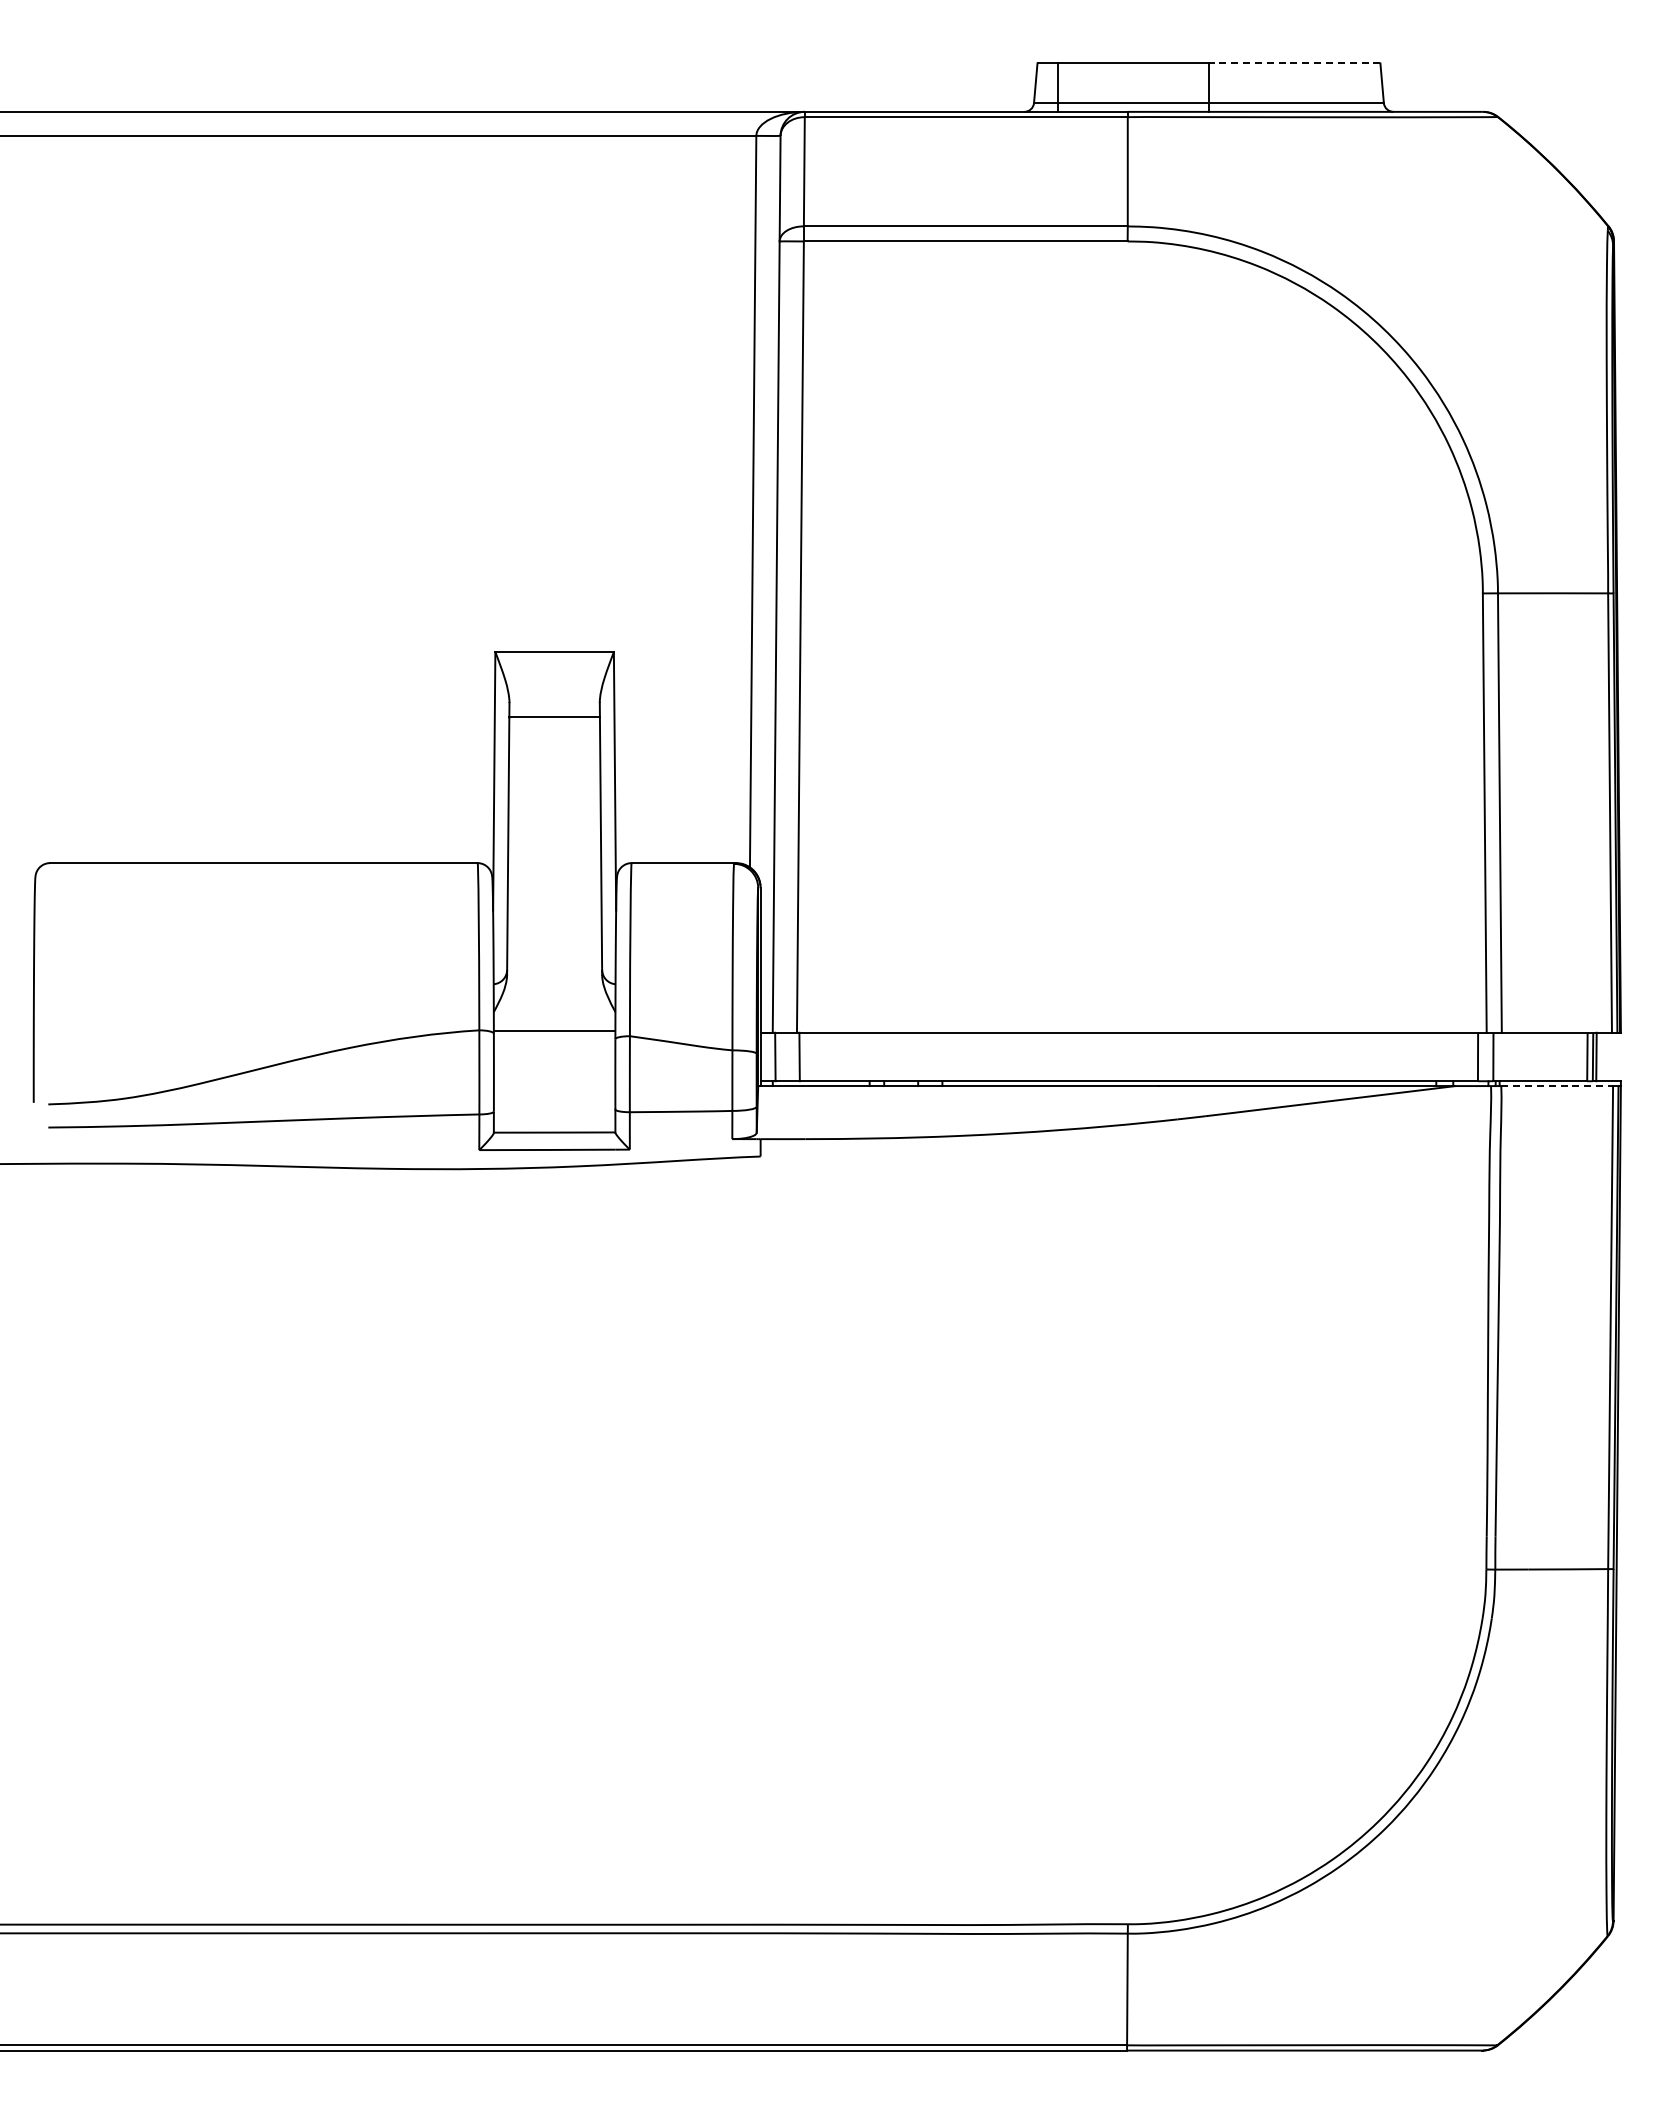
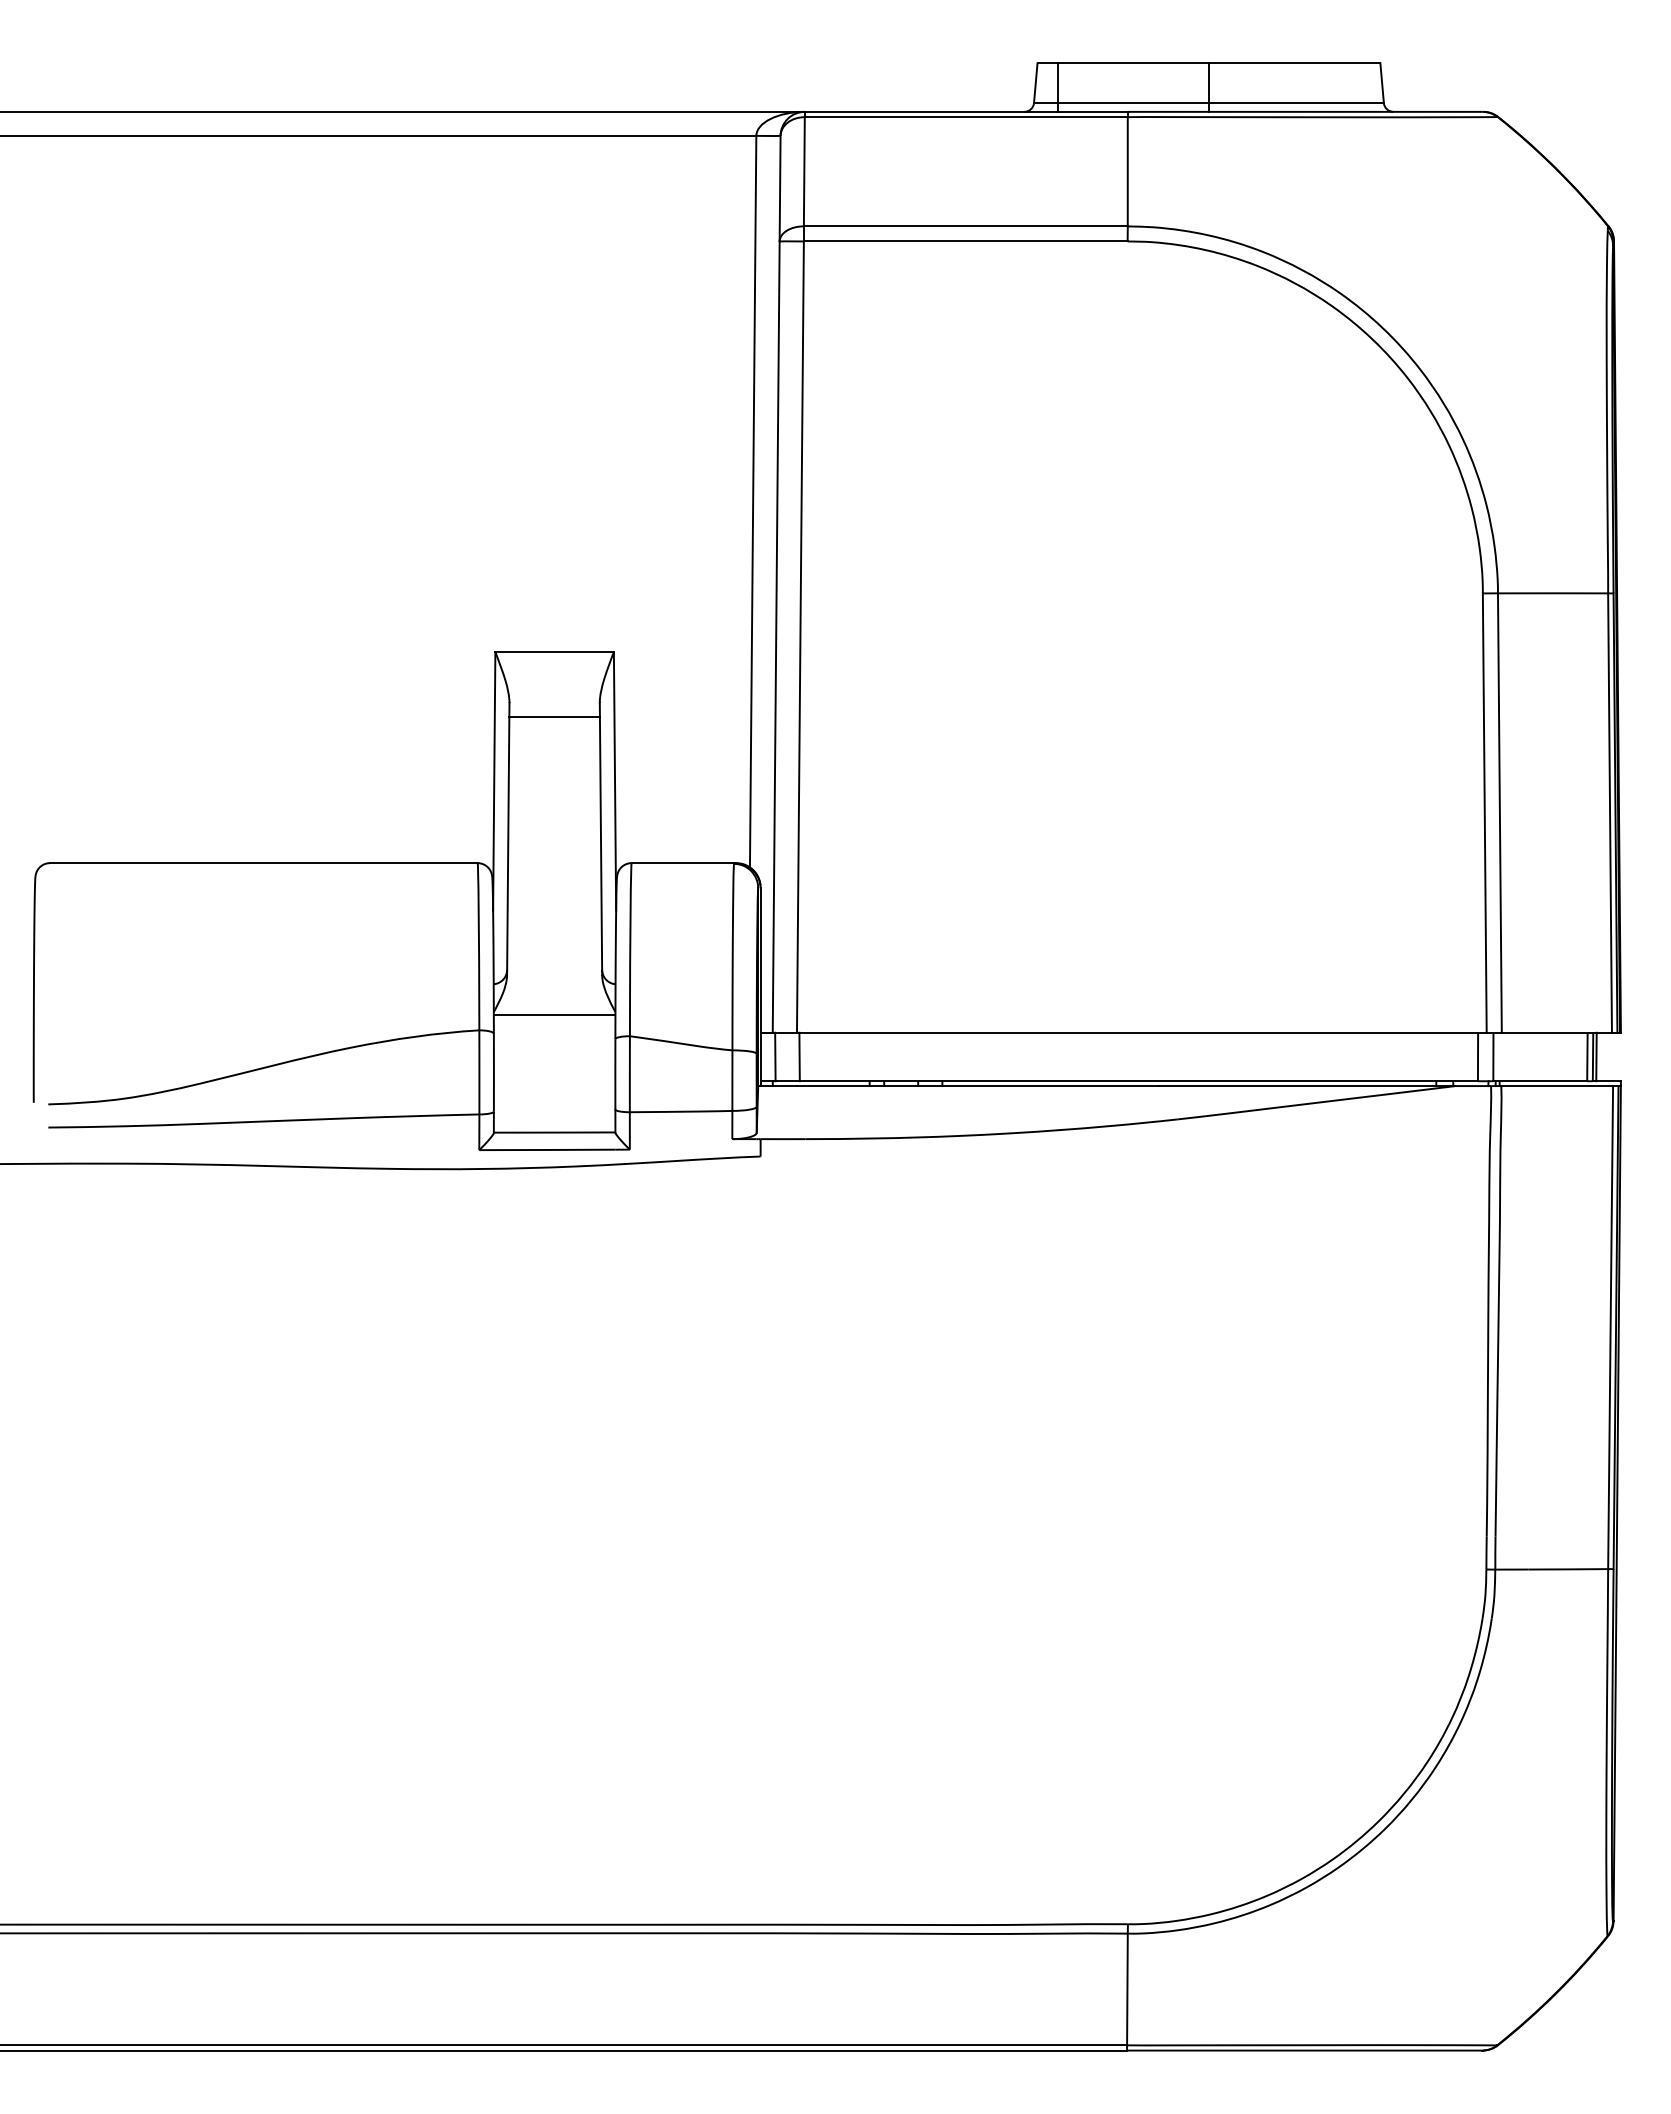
line at (1294, 63): dashed -> solid
line at (554, 1030) position: (554, 1030) -> (554, 1014)
line at (1557, 1086): dashed -> solid
